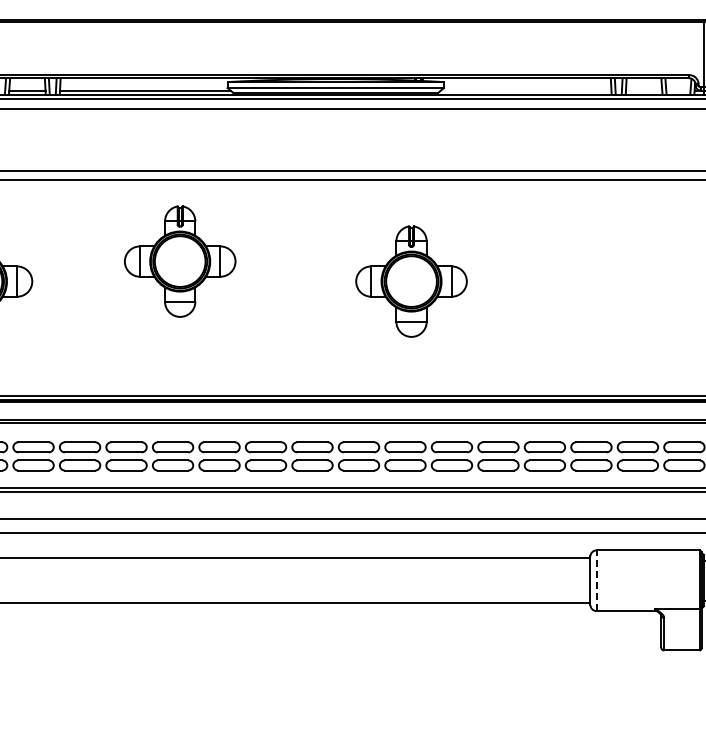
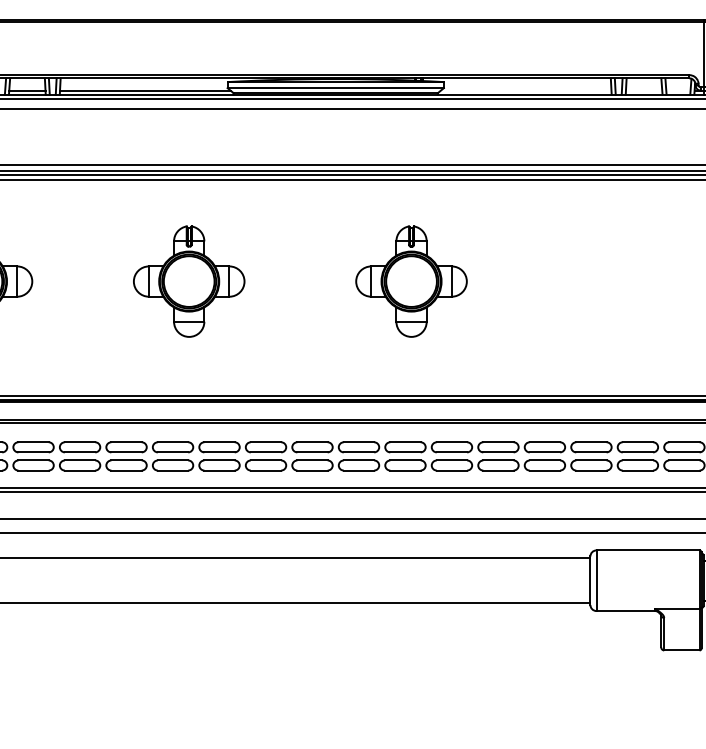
line at (352, 165): none -> present
line at (352, 175): none -> present
part at (180, 261) position: (180, 261) -> (189, 281)
line at (596, 580): dashed -> solid
